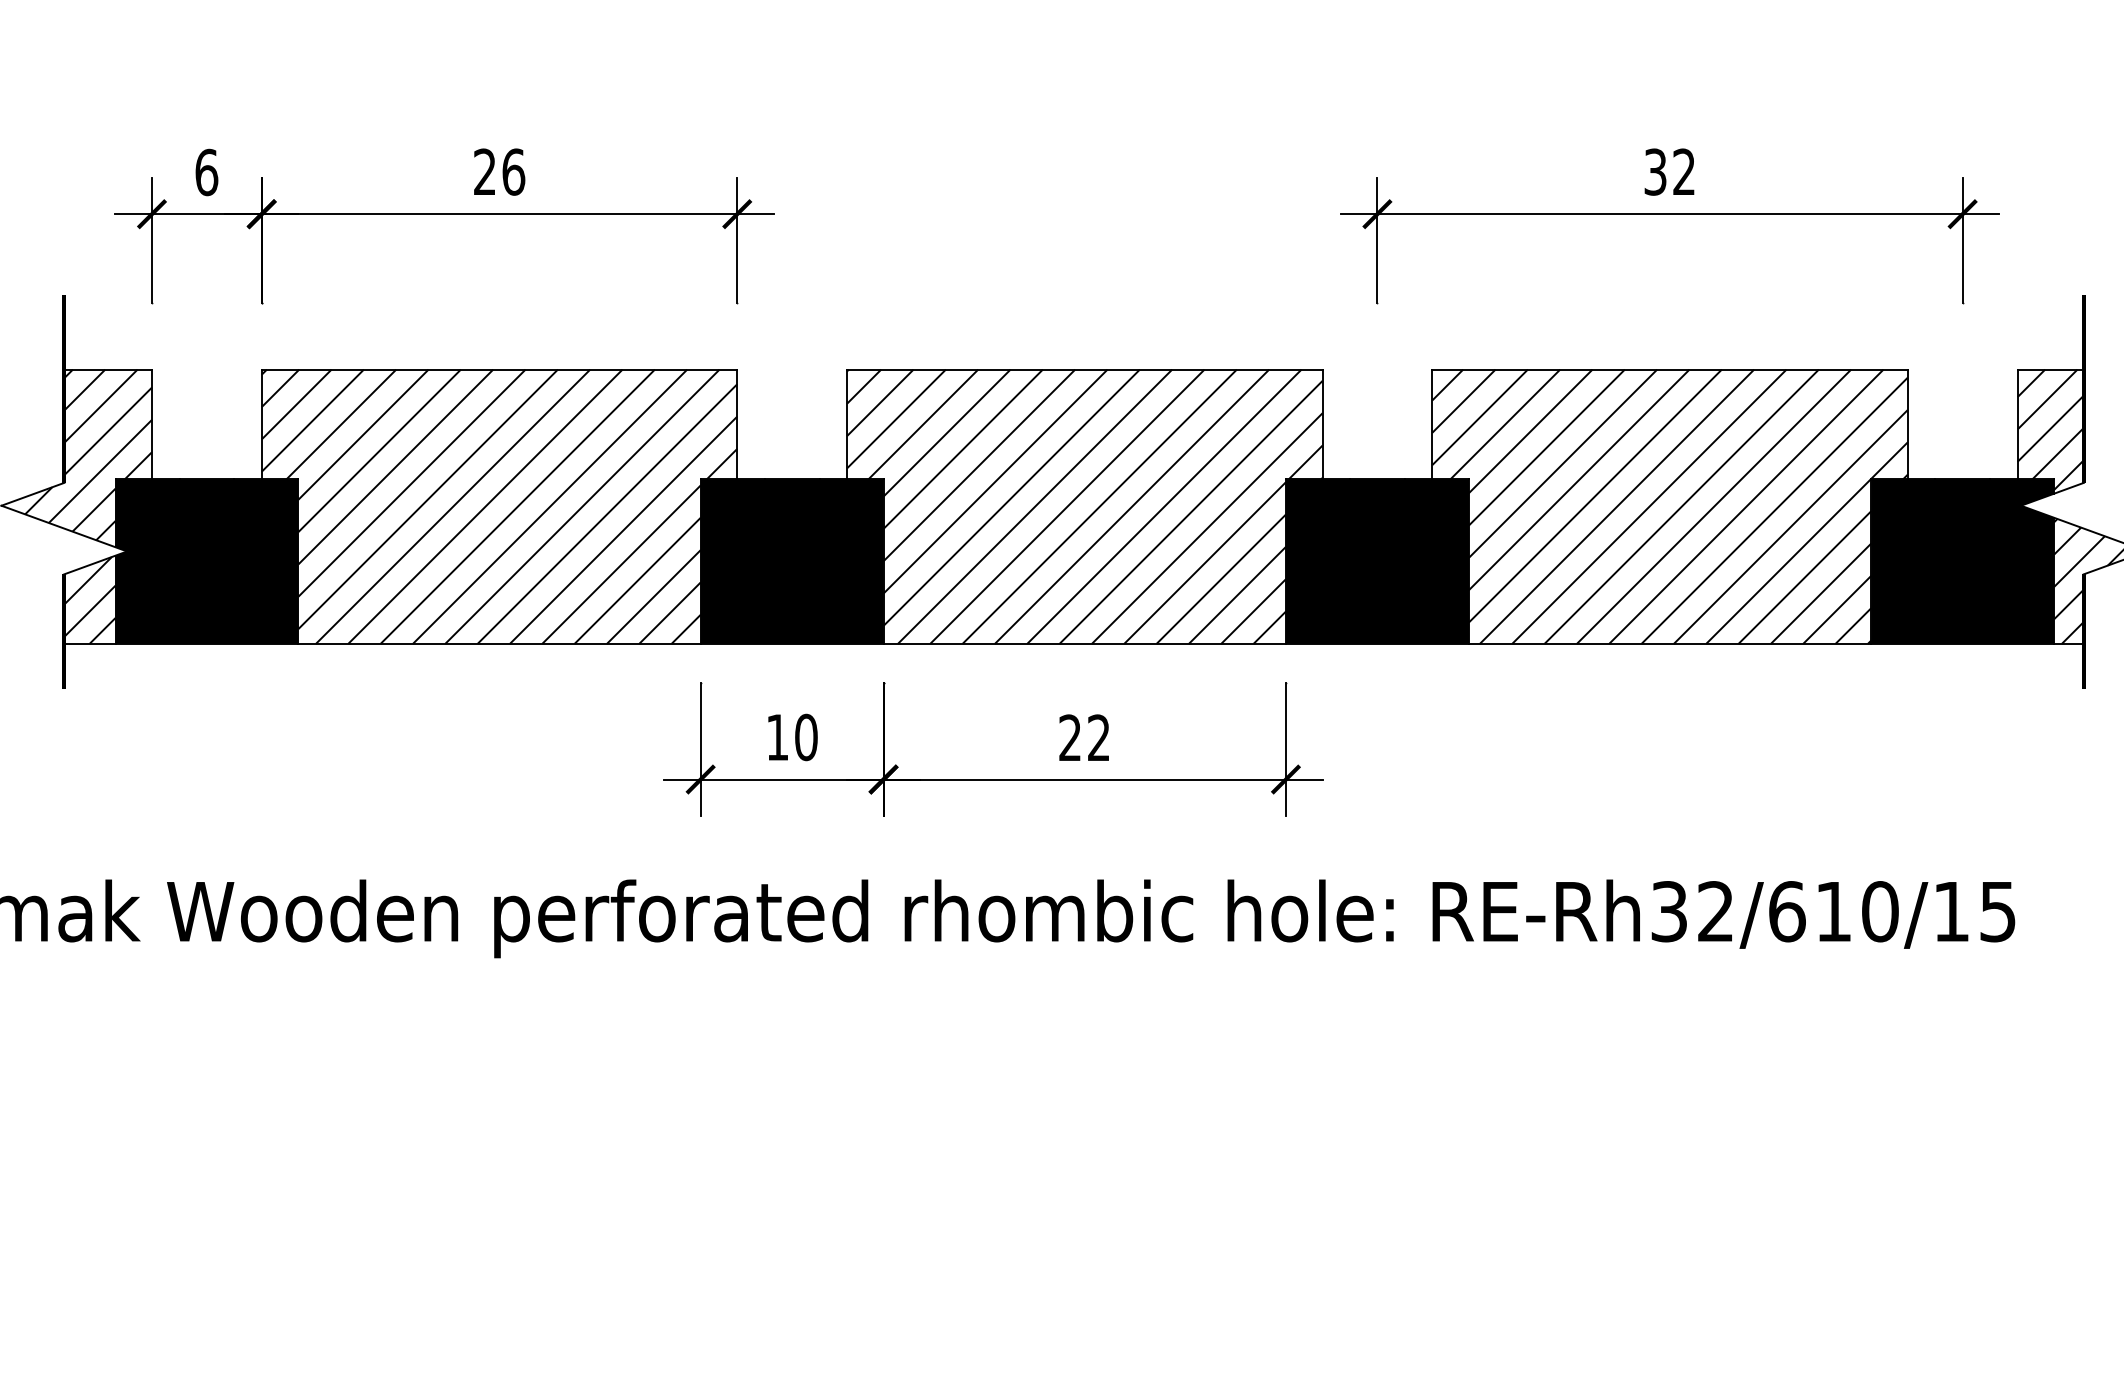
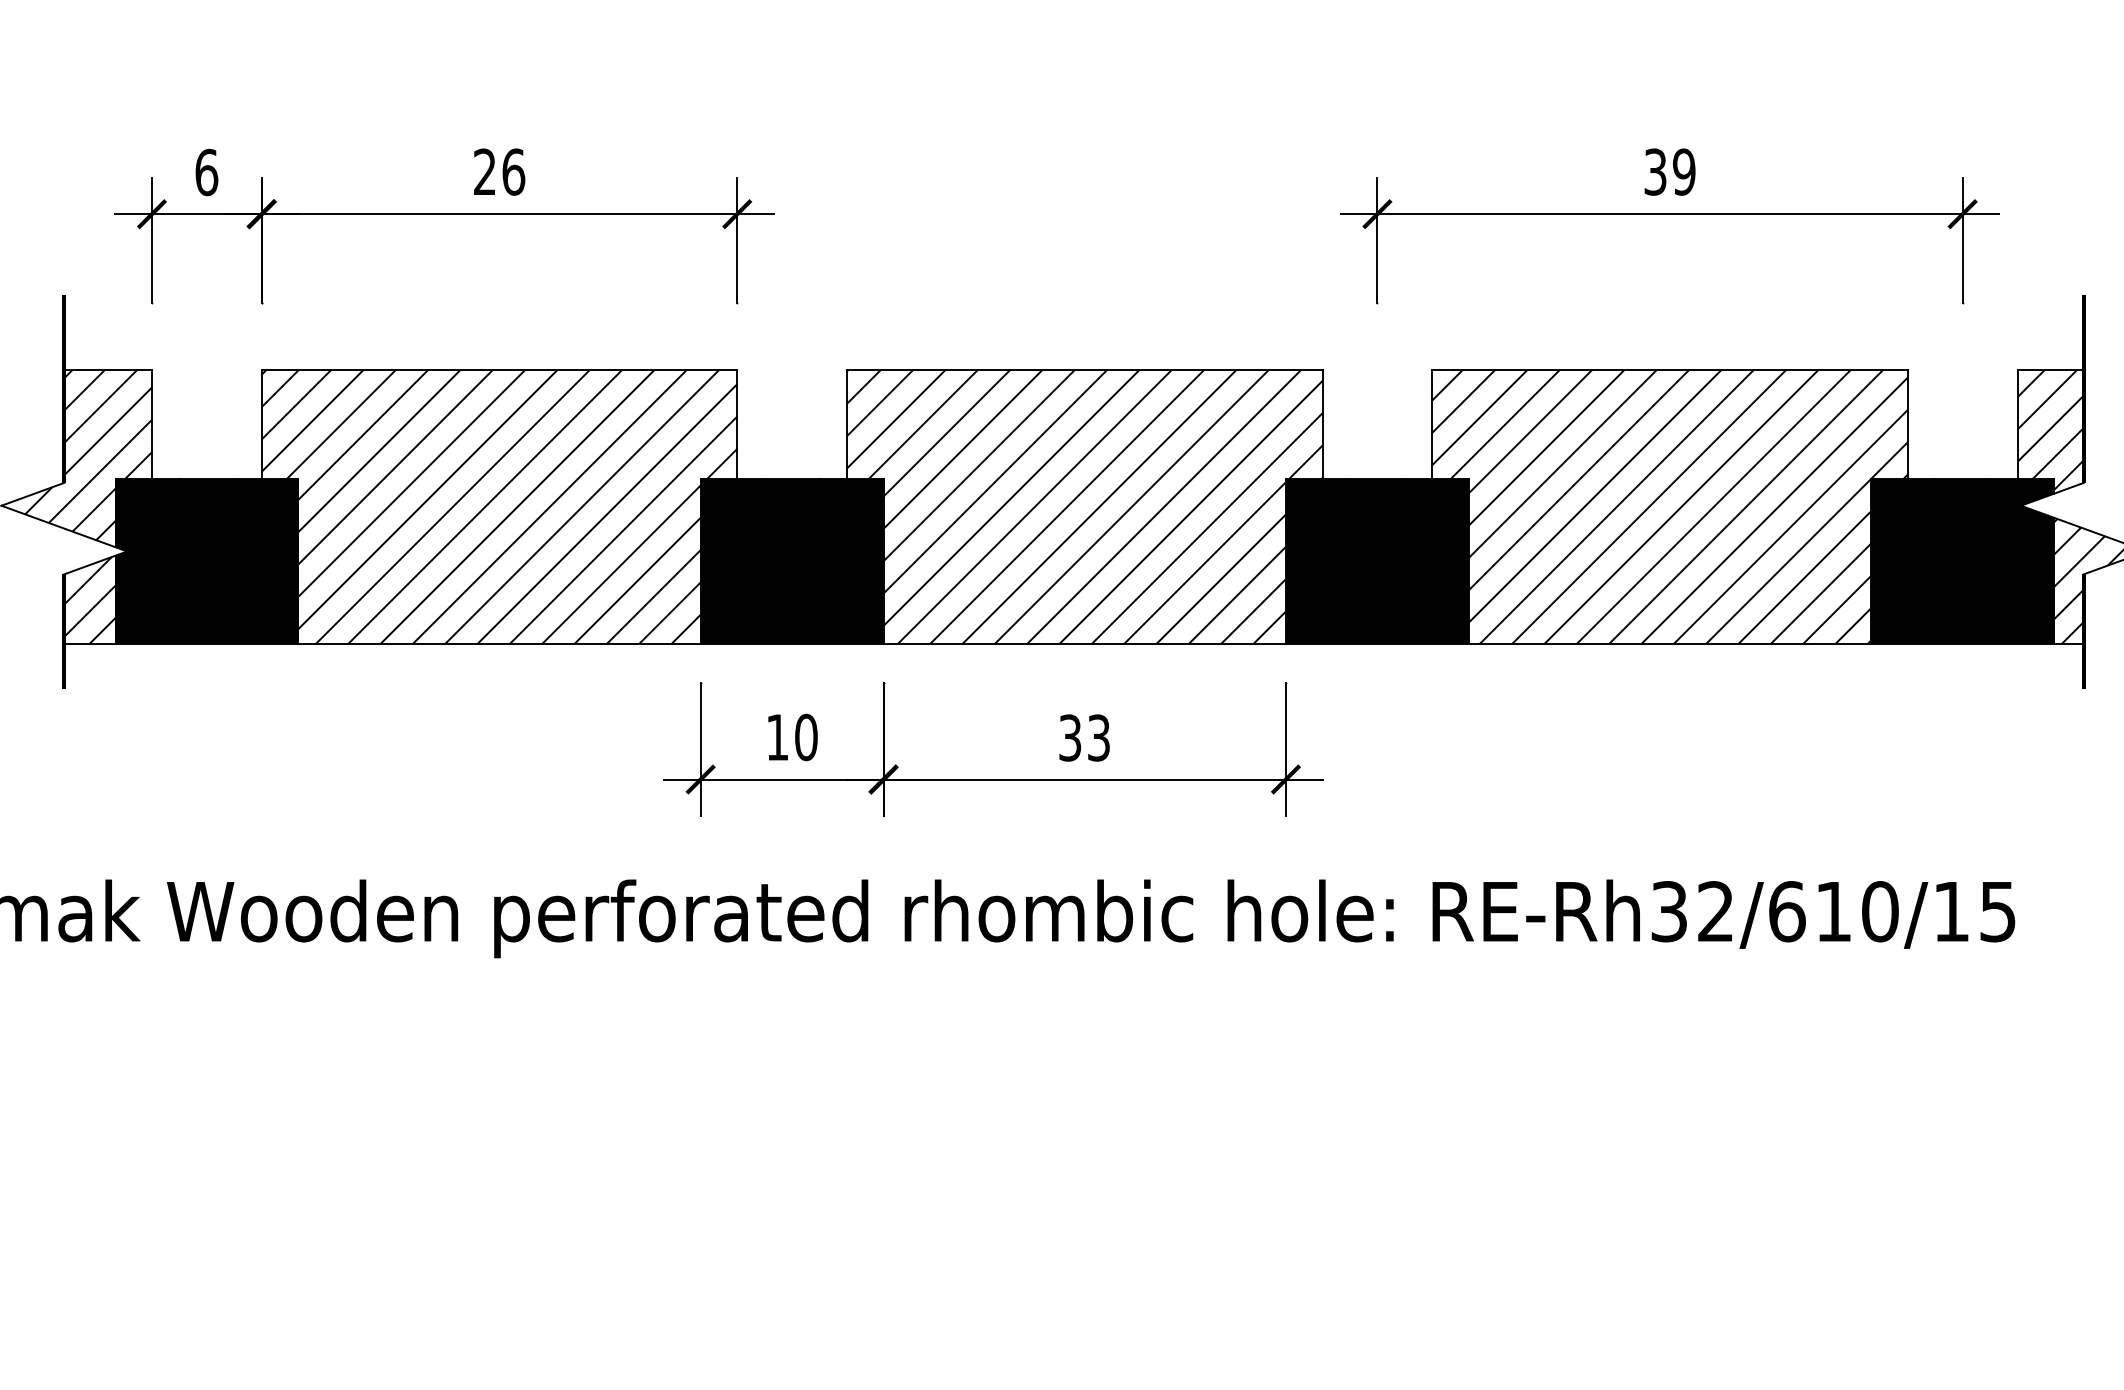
text at (1684, 171): 32 -> 39
text at (1084, 737): 22 -> 33
